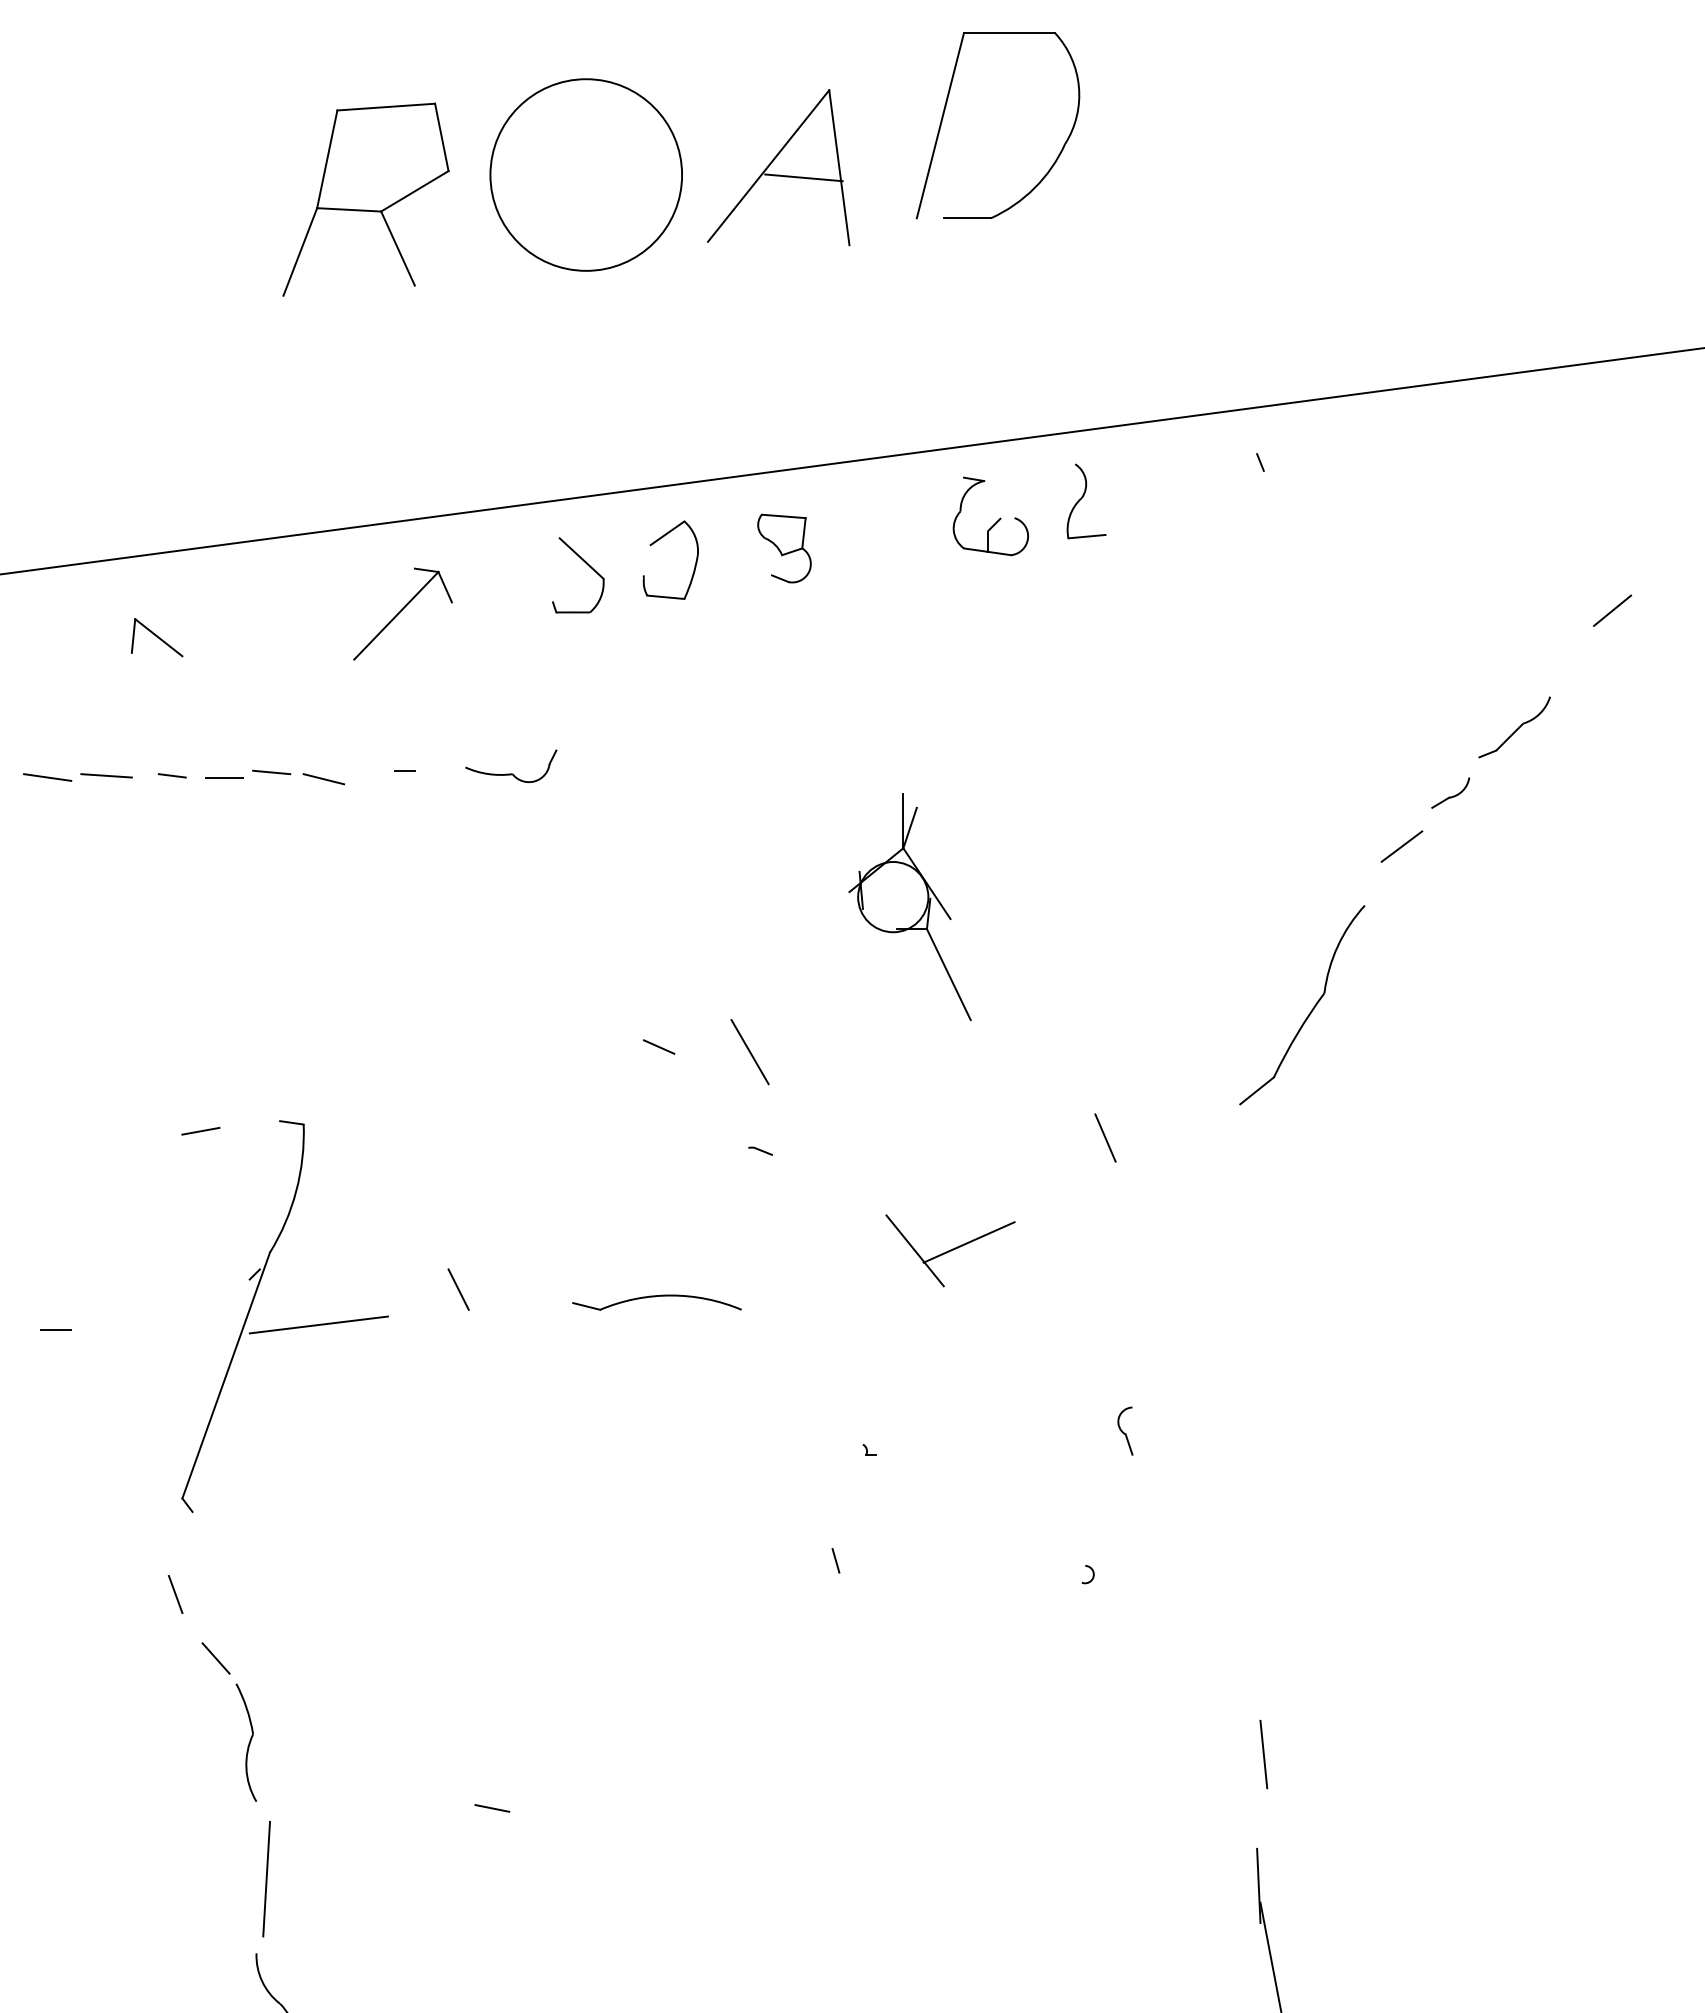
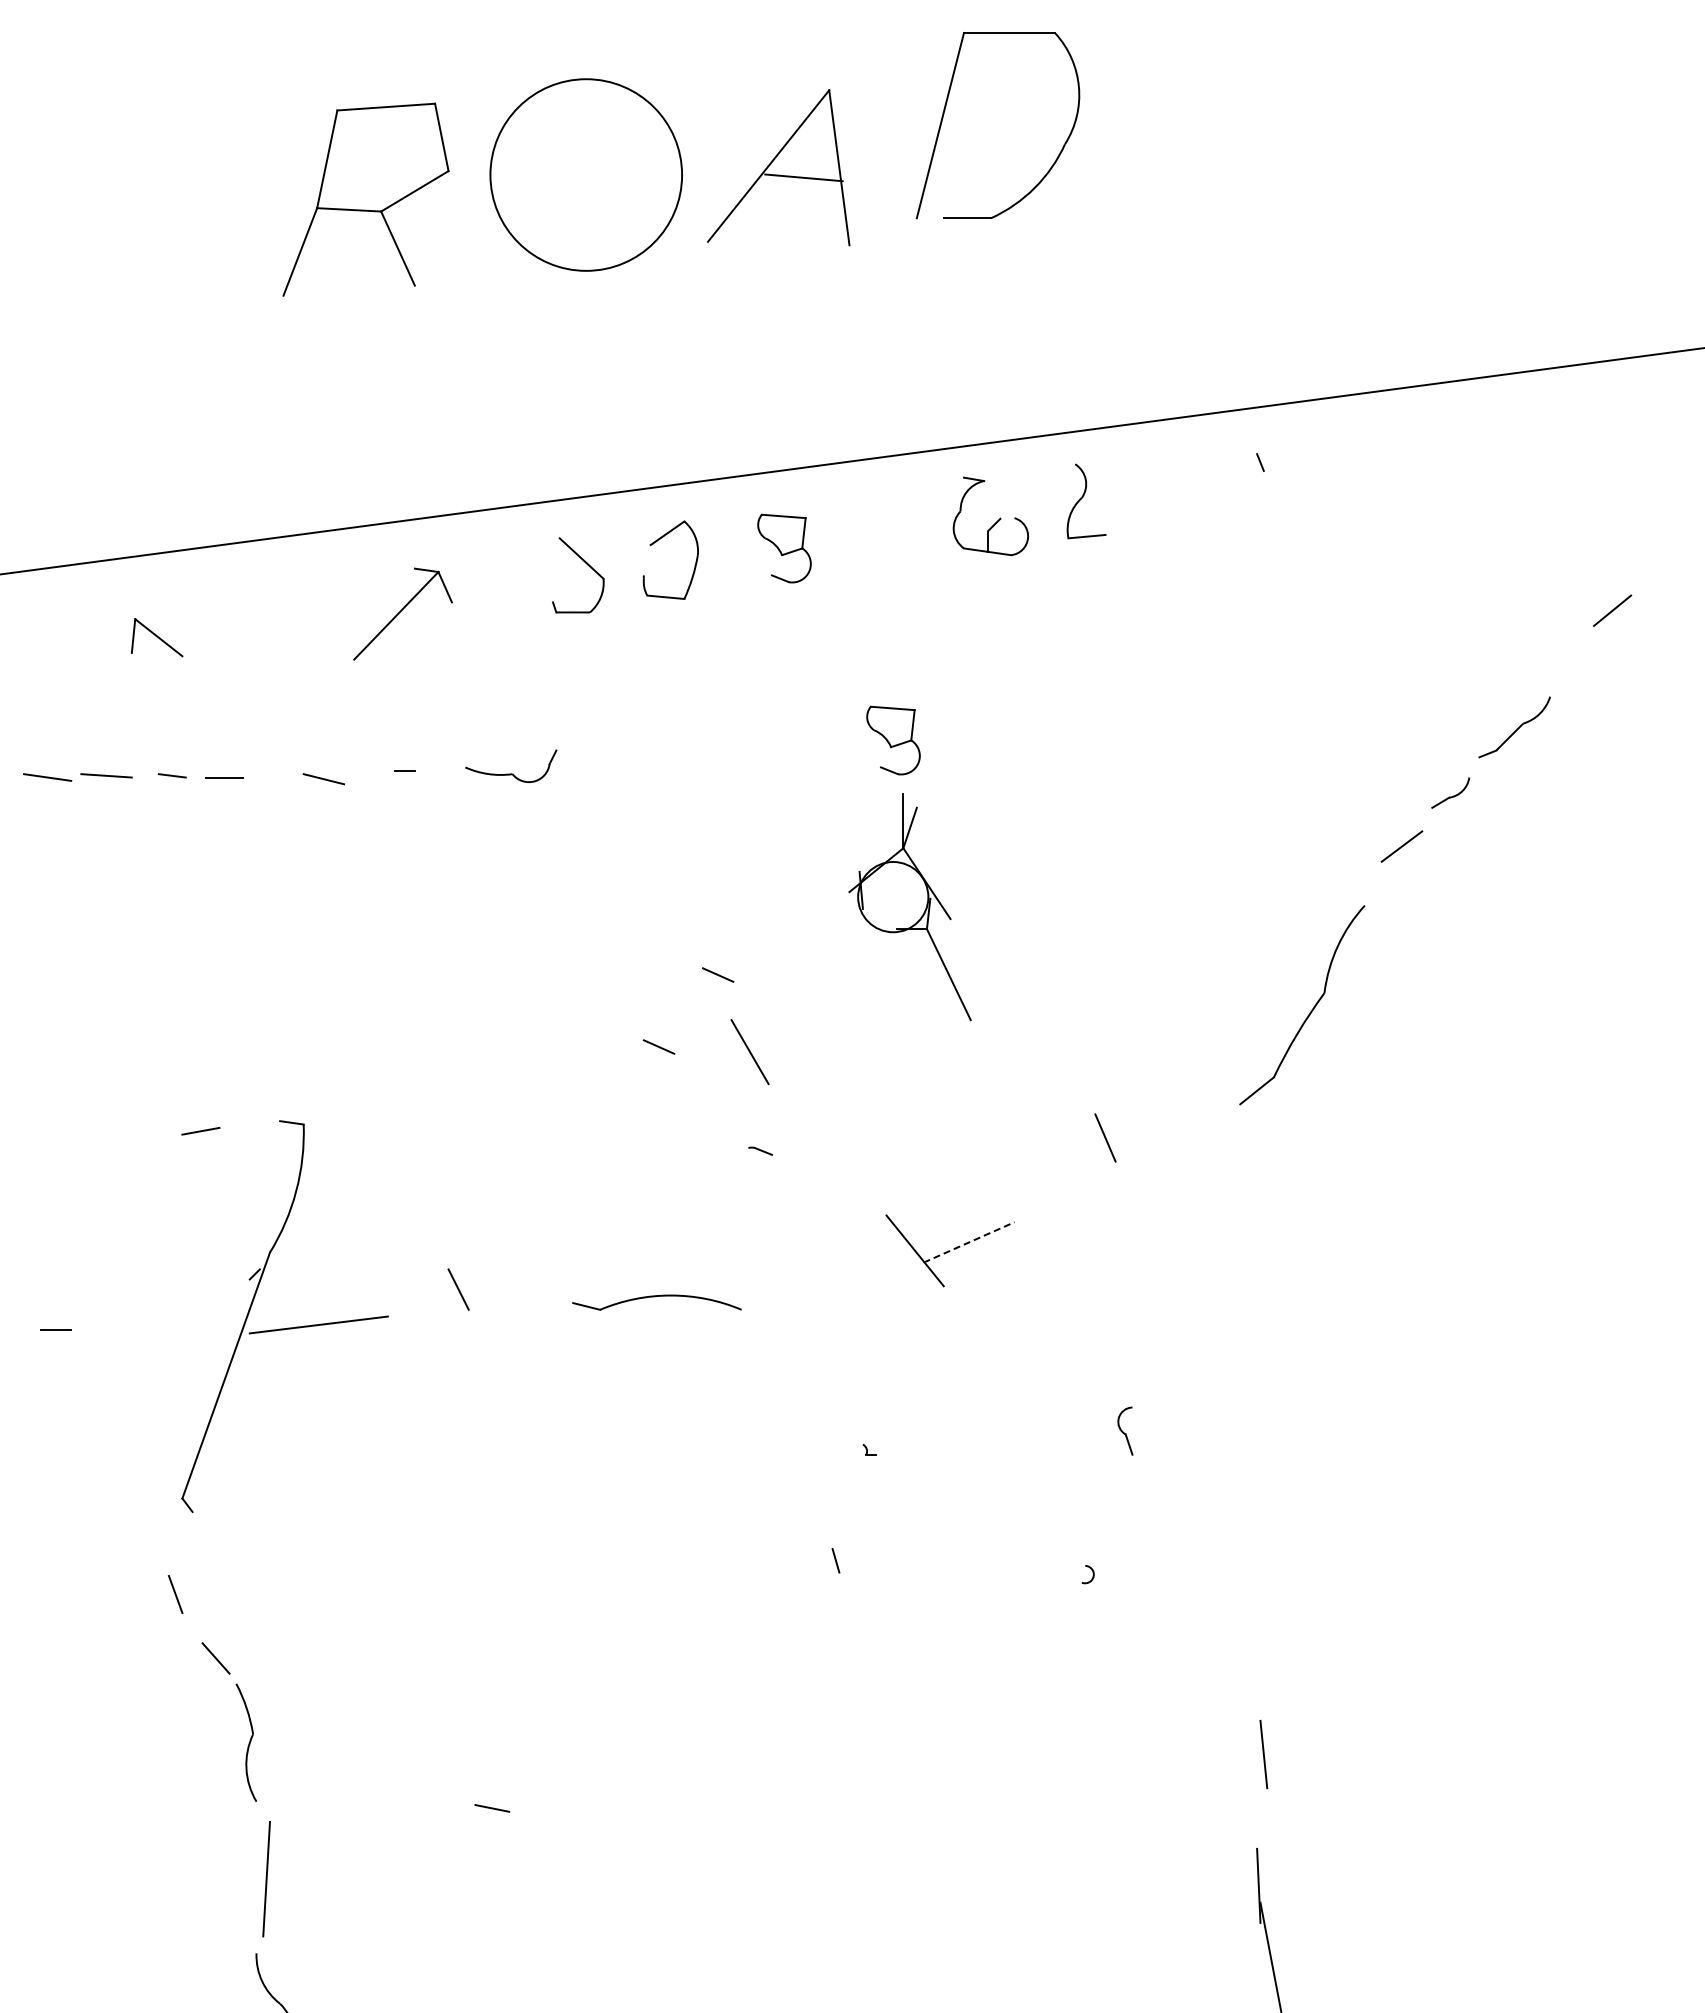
part at (893, 740): none -> present
line at (271, 772): present -> none
line at (718, 974): none -> present
line at (969, 1242): solid -> dashed
